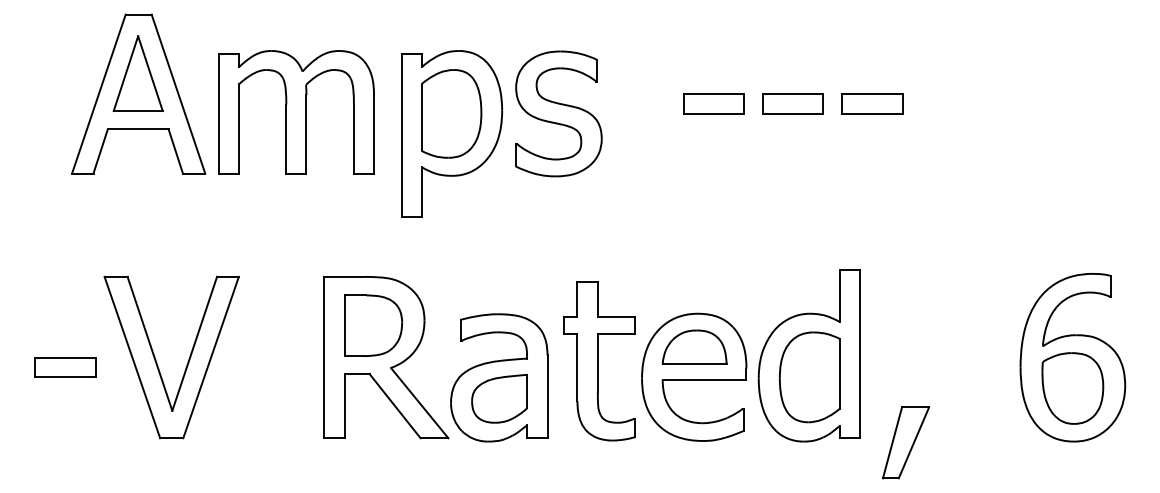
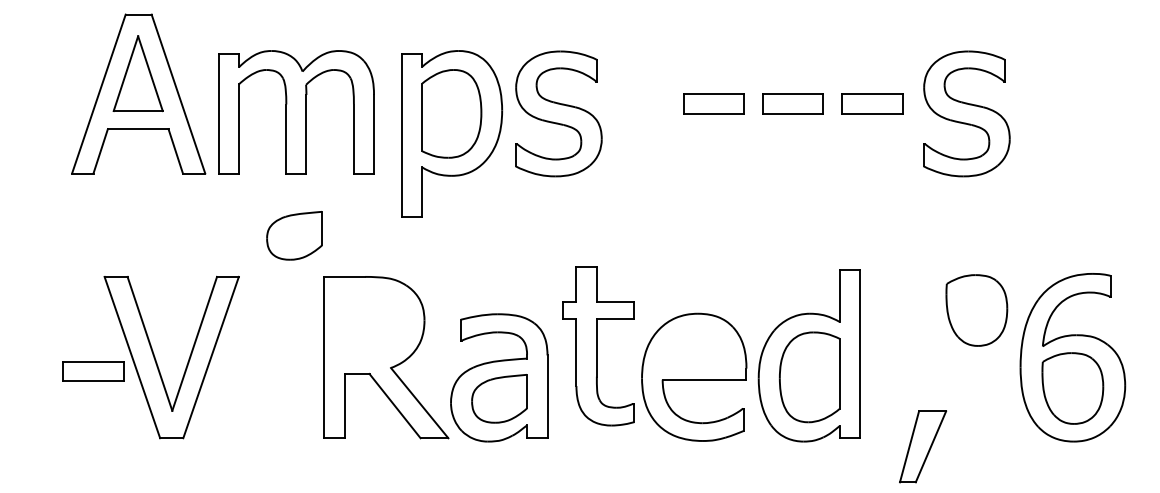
part at (966, 113): none -> present
part at (294, 235): none -> present
part at (976, 310): none -> present
part at (373, 325): present -> none
part at (694, 346): present -> none
part at (599, 361) position: (599, 361) -> (598, 346)
part at (65, 367) position: (65, 367) -> (93, 371)
part at (906, 442) position: (906, 442) -> (923, 446)
